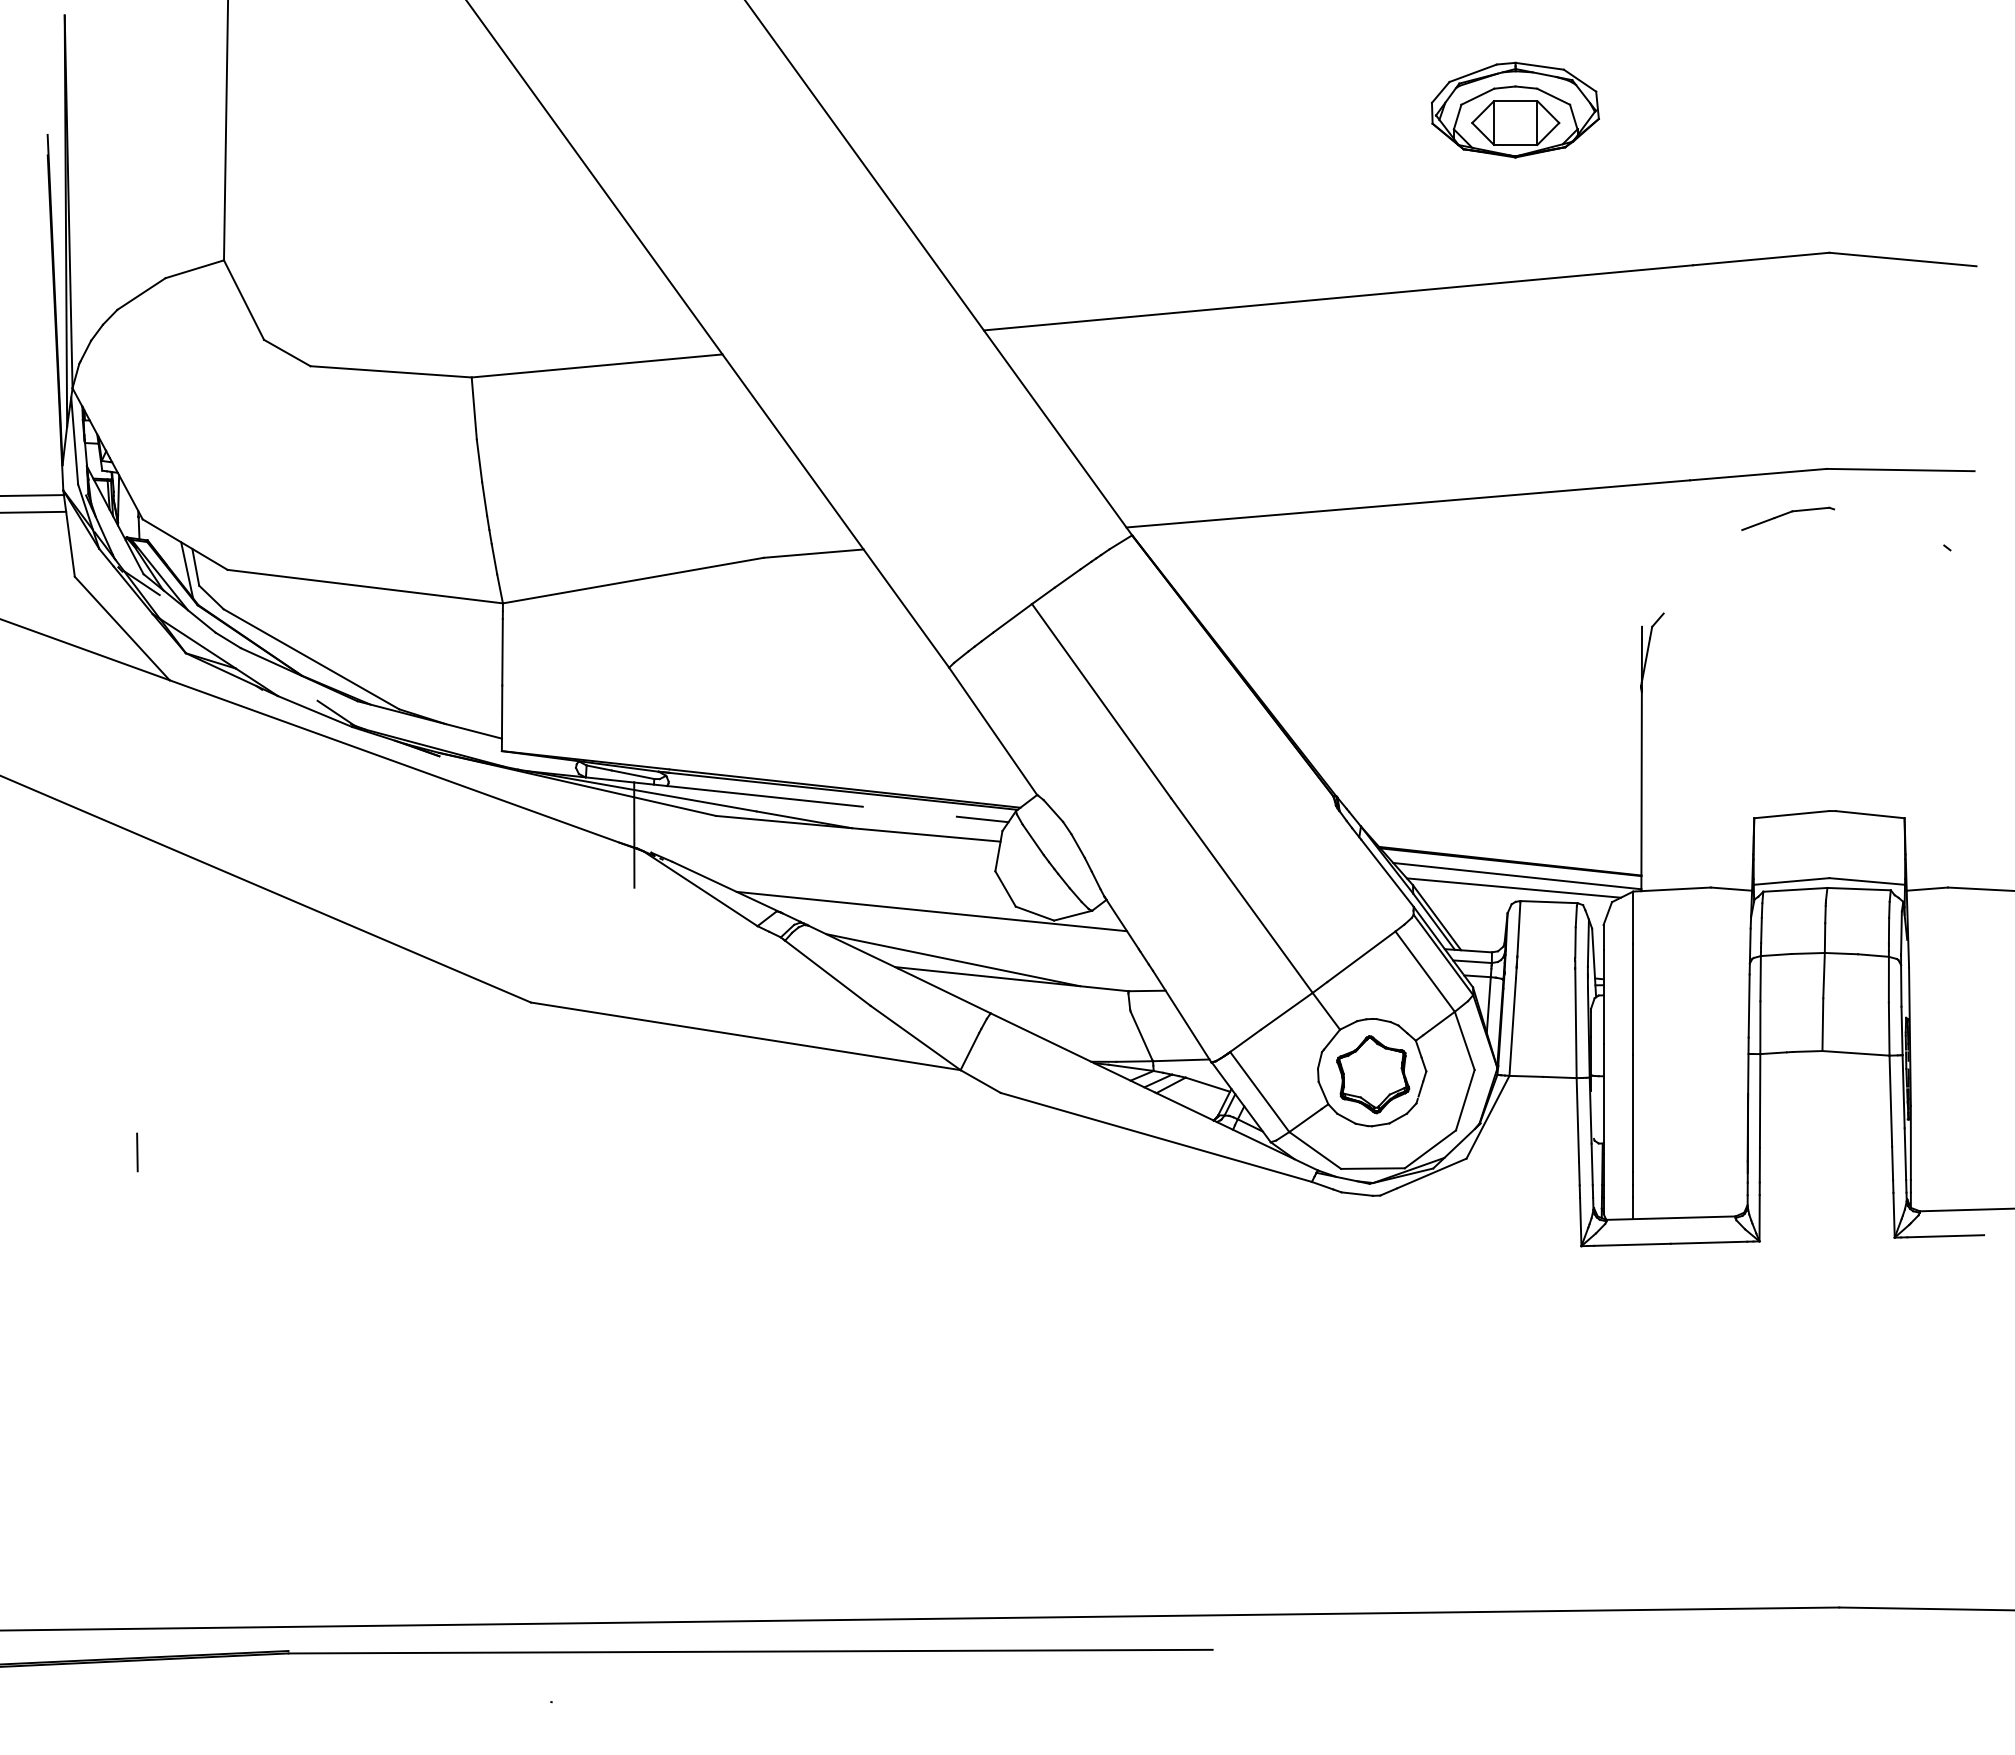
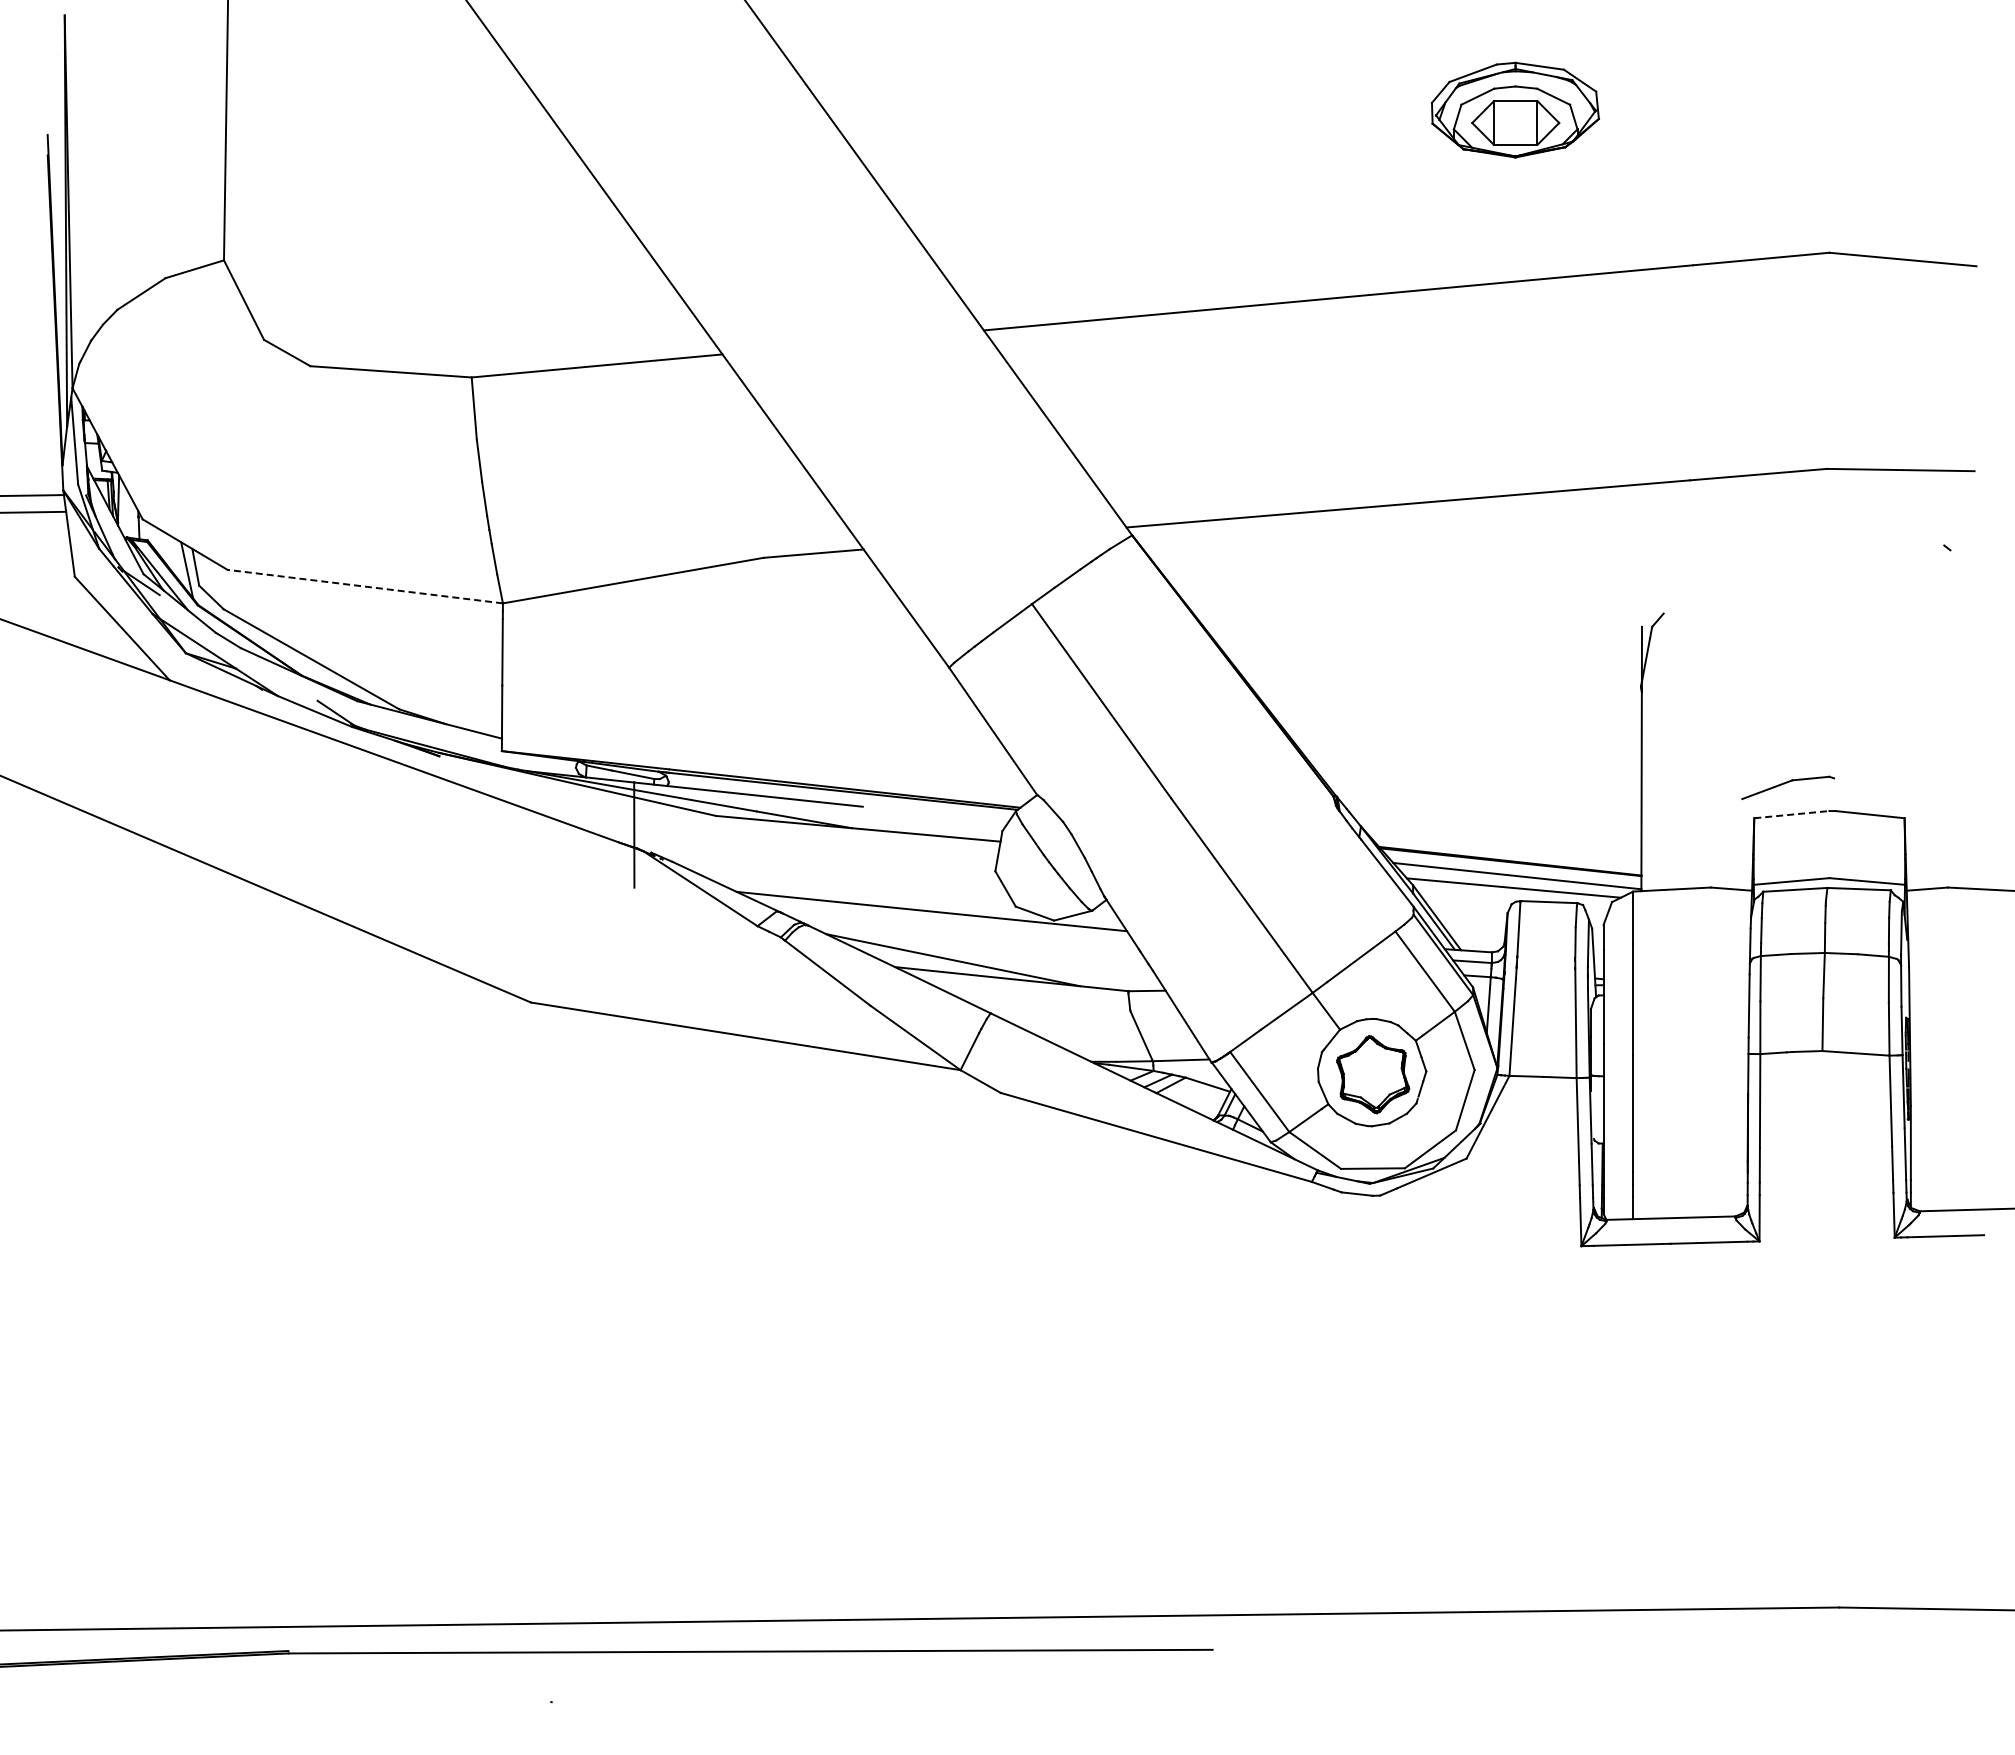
part at (1787, 518) position: (1787, 518) -> (1787, 787)
line at (365, 586): solid -> dashed
line at (1791, 814): solid -> dashed
line at (982, 819): present -> none
line at (137, 1152): present -> none
